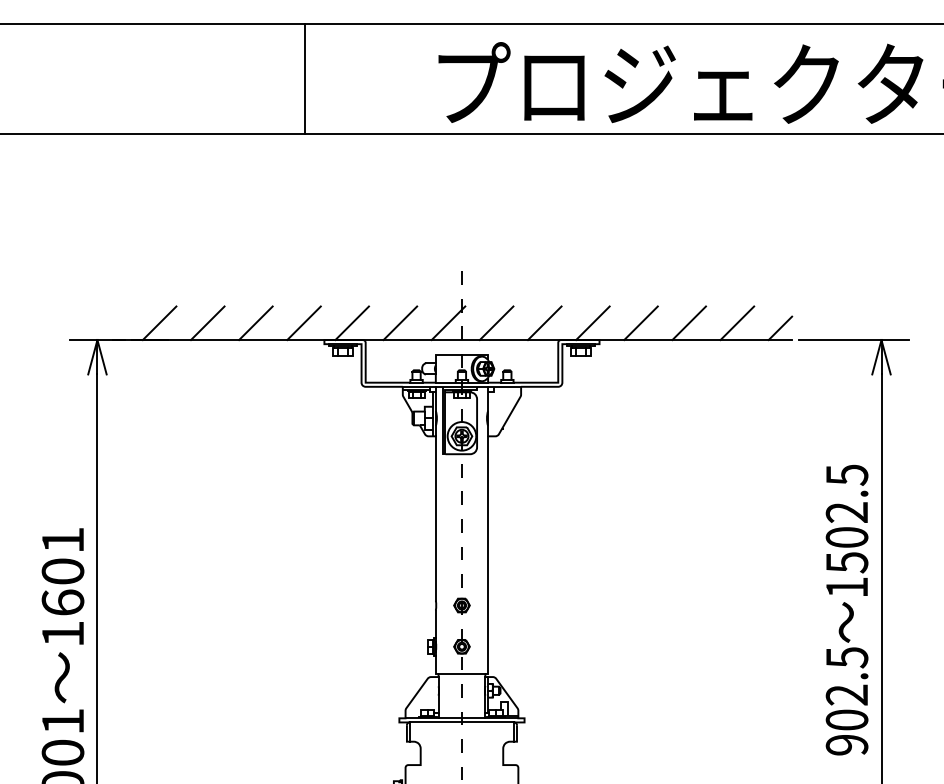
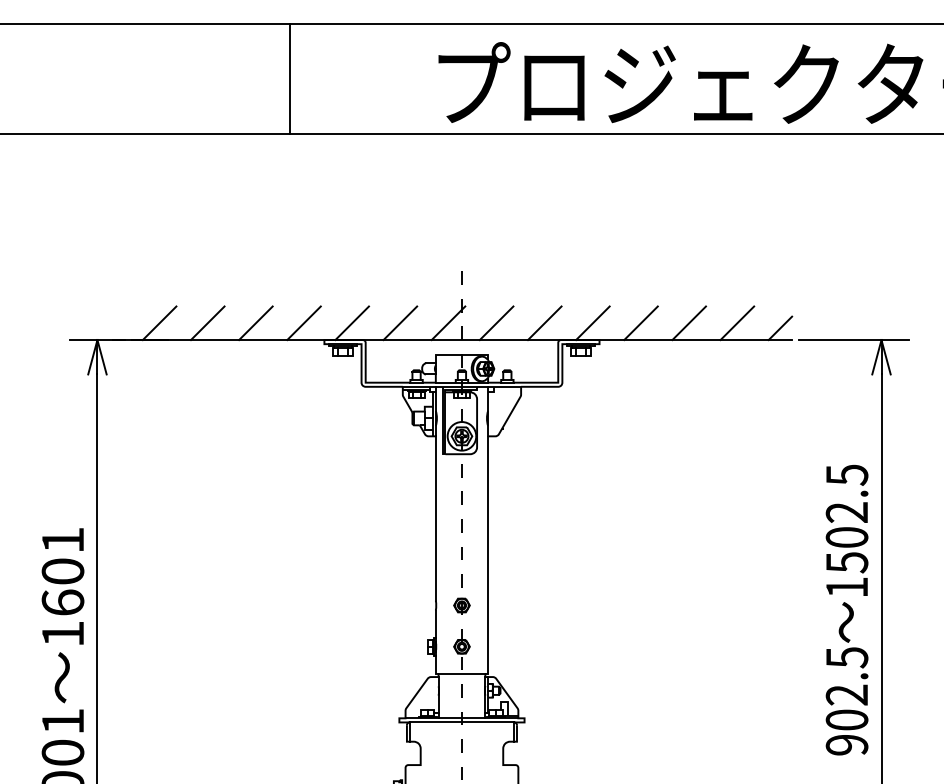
line at (305, 78) position: (305, 78) -> (290, 78)
